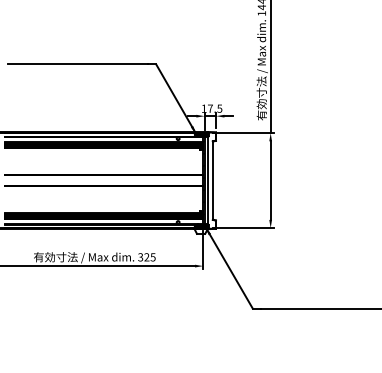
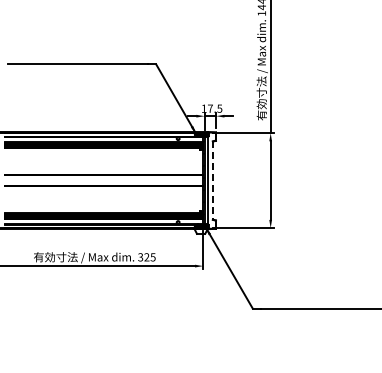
line at (212, 181): solid -> dashed
